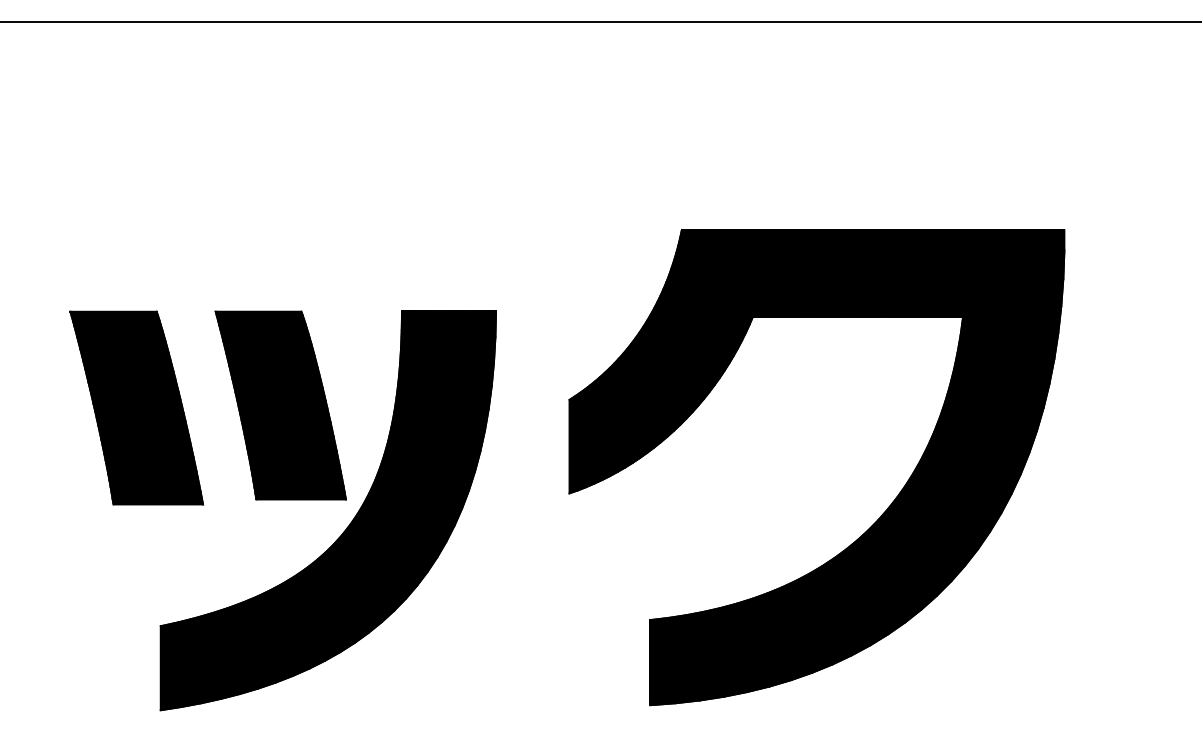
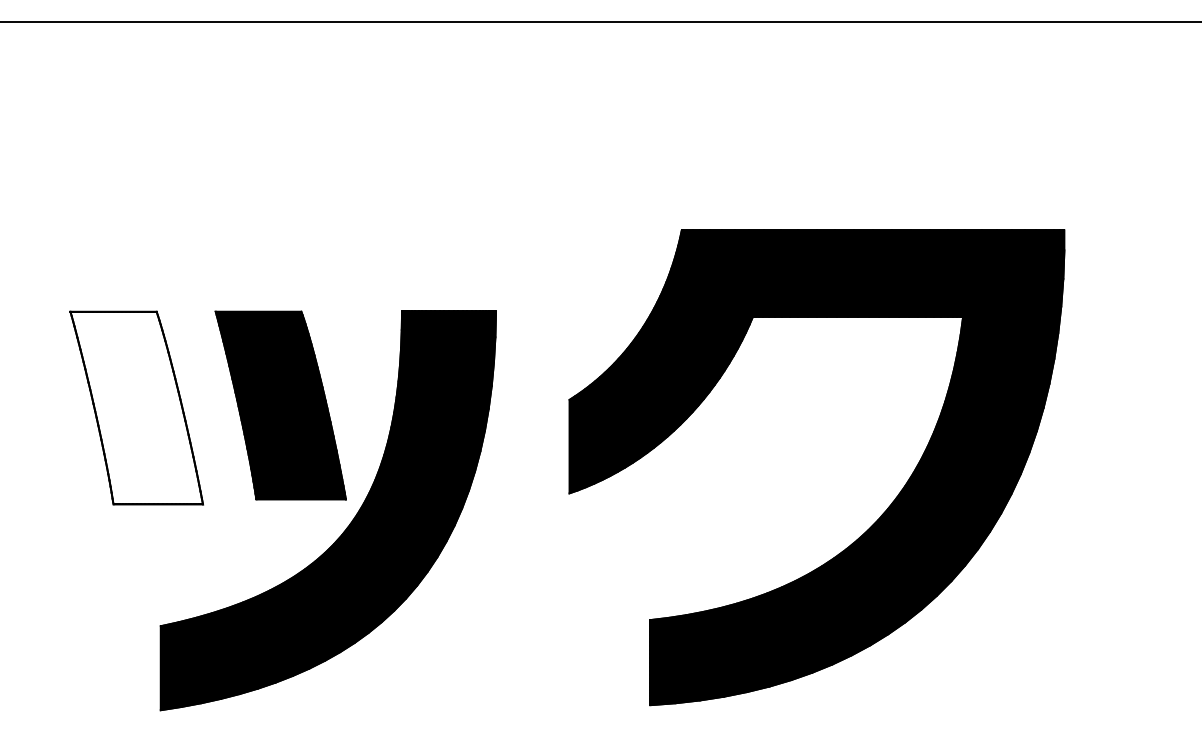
fill at (136, 407): present -> none
